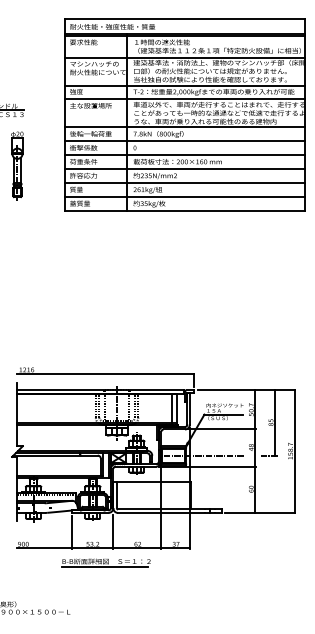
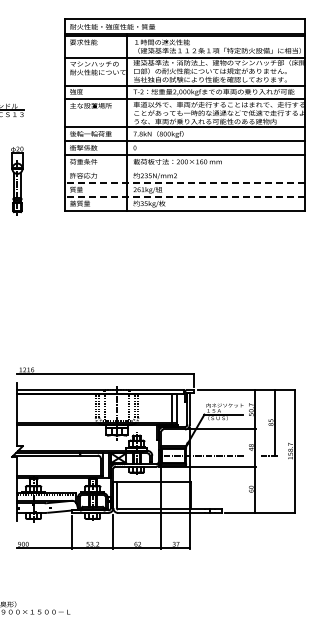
part at (17, 165) position: (17, 165) -> (17, 180)
line at (184, 169): present -> none
line at (184, 182): solid -> dashed
line at (184, 196): solid -> dashed
part at (105, 562): present -> none
